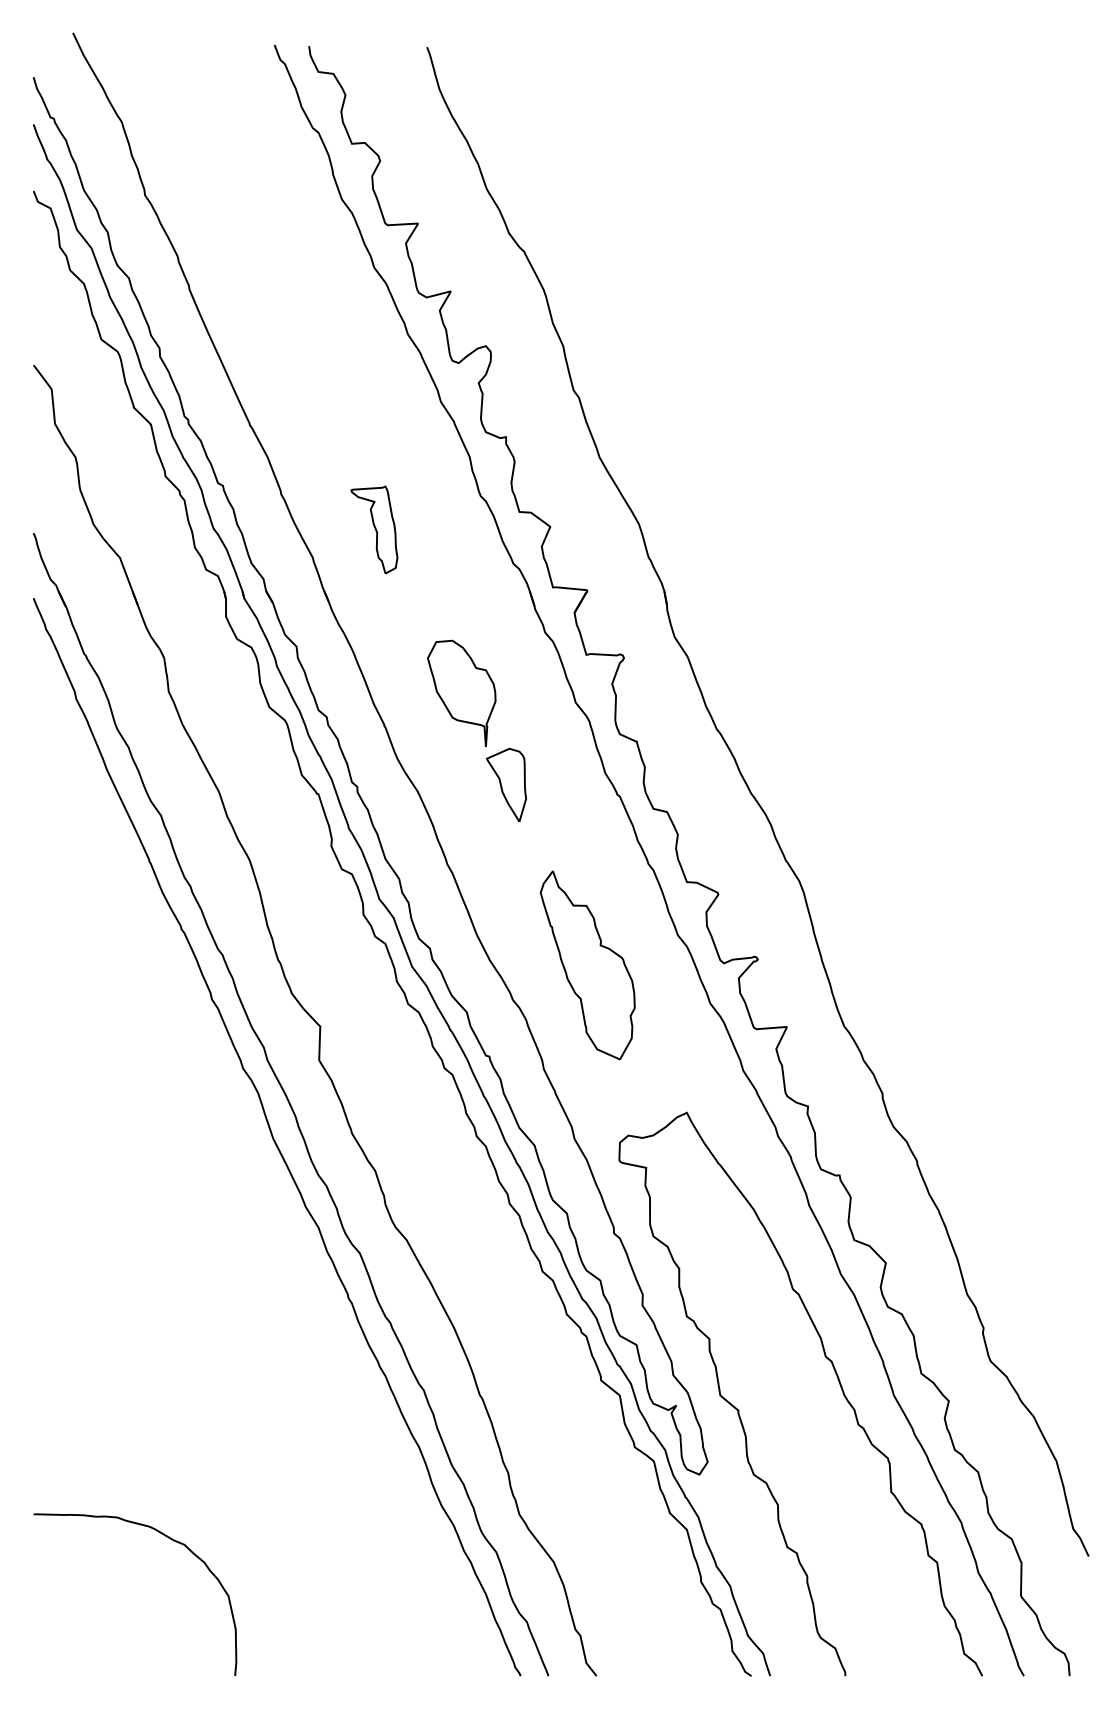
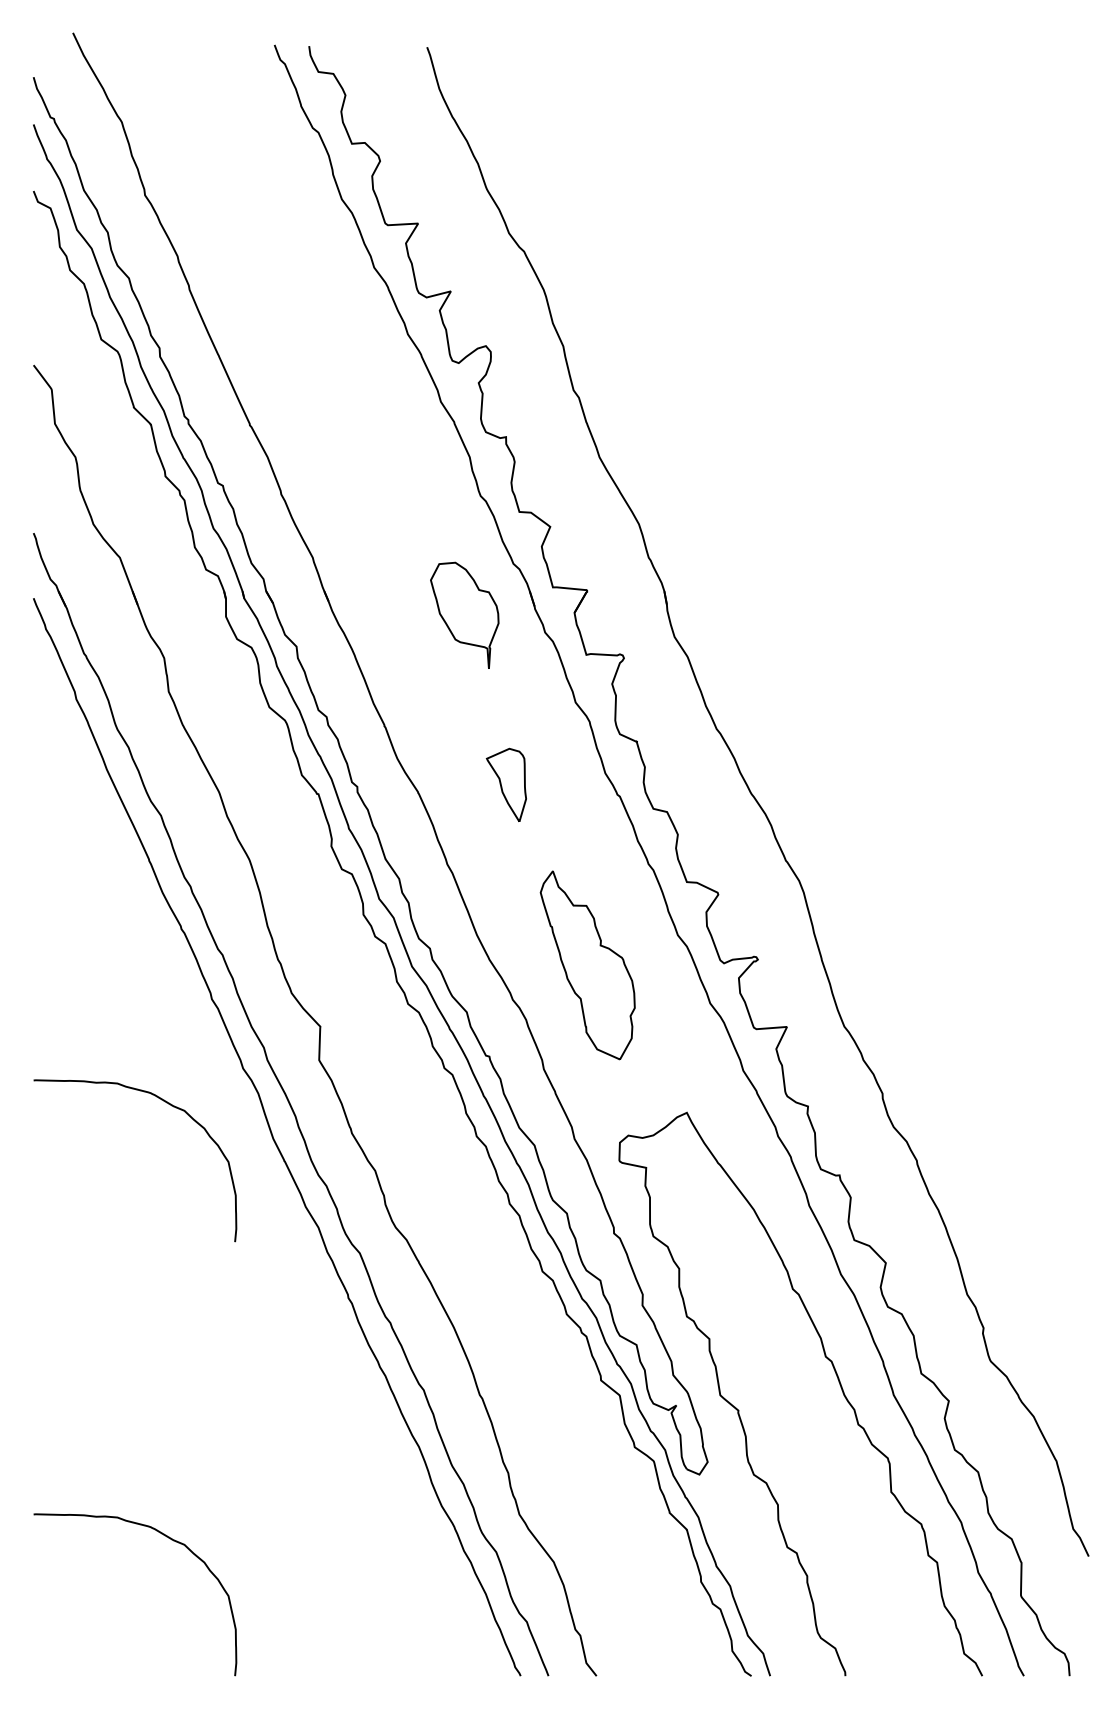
part at (374, 529): present -> none
part at (461, 692) position: (461, 692) -> (464, 614)
curve at (166, 1103): none -> present
